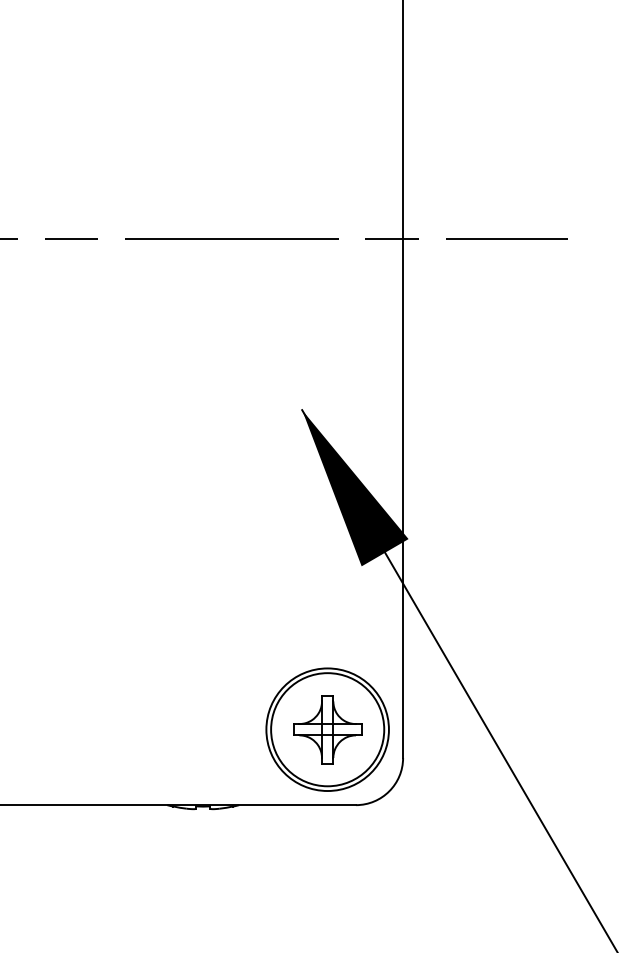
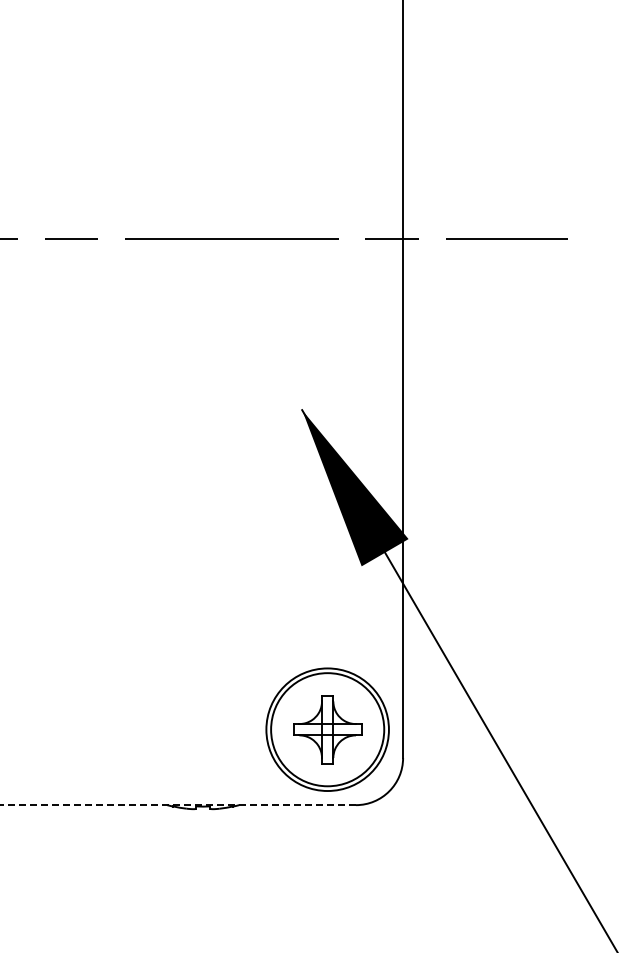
line at (177, 805): solid -> dashed
